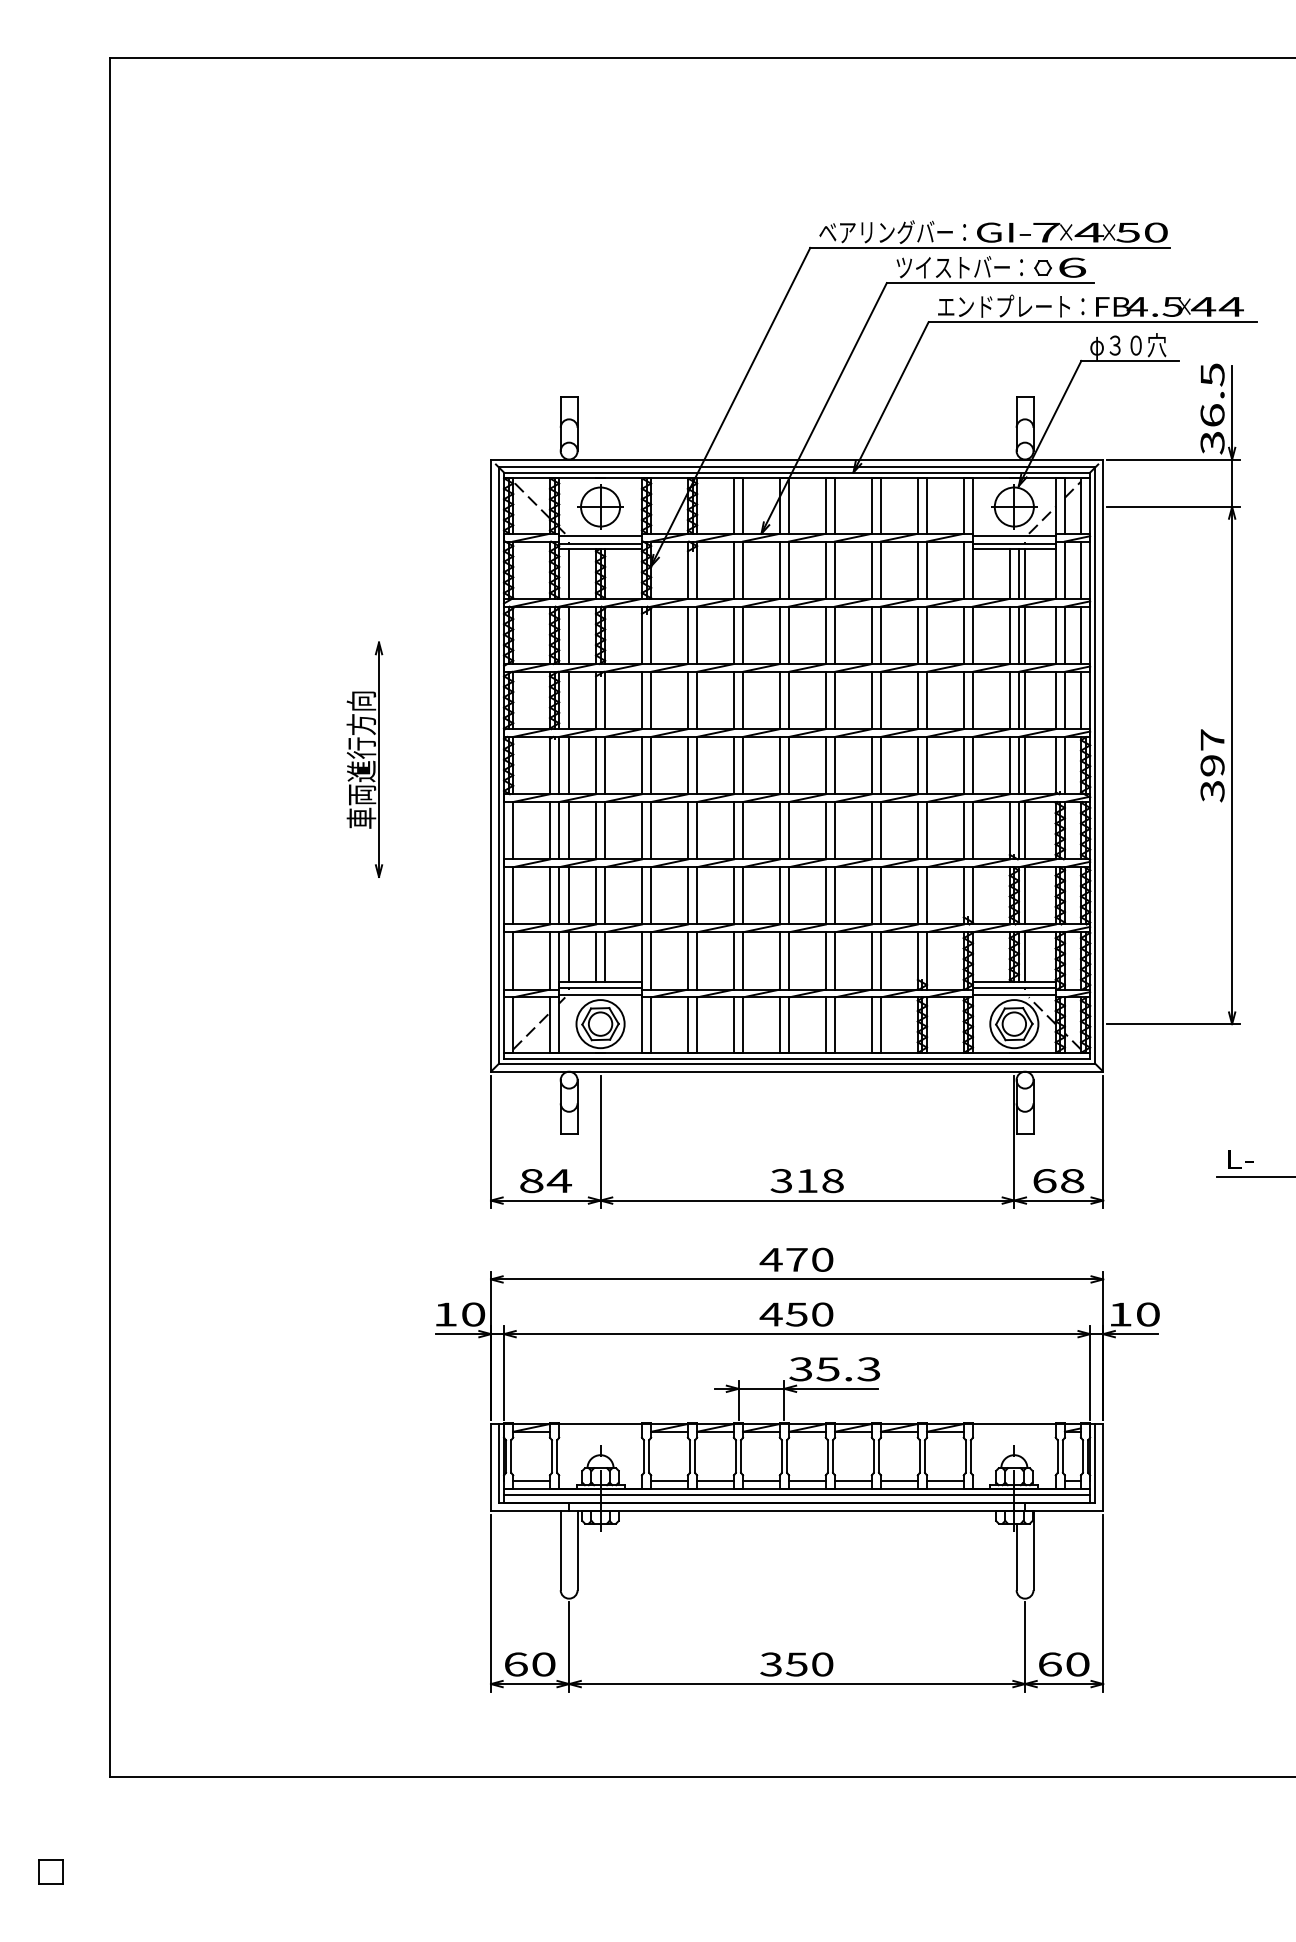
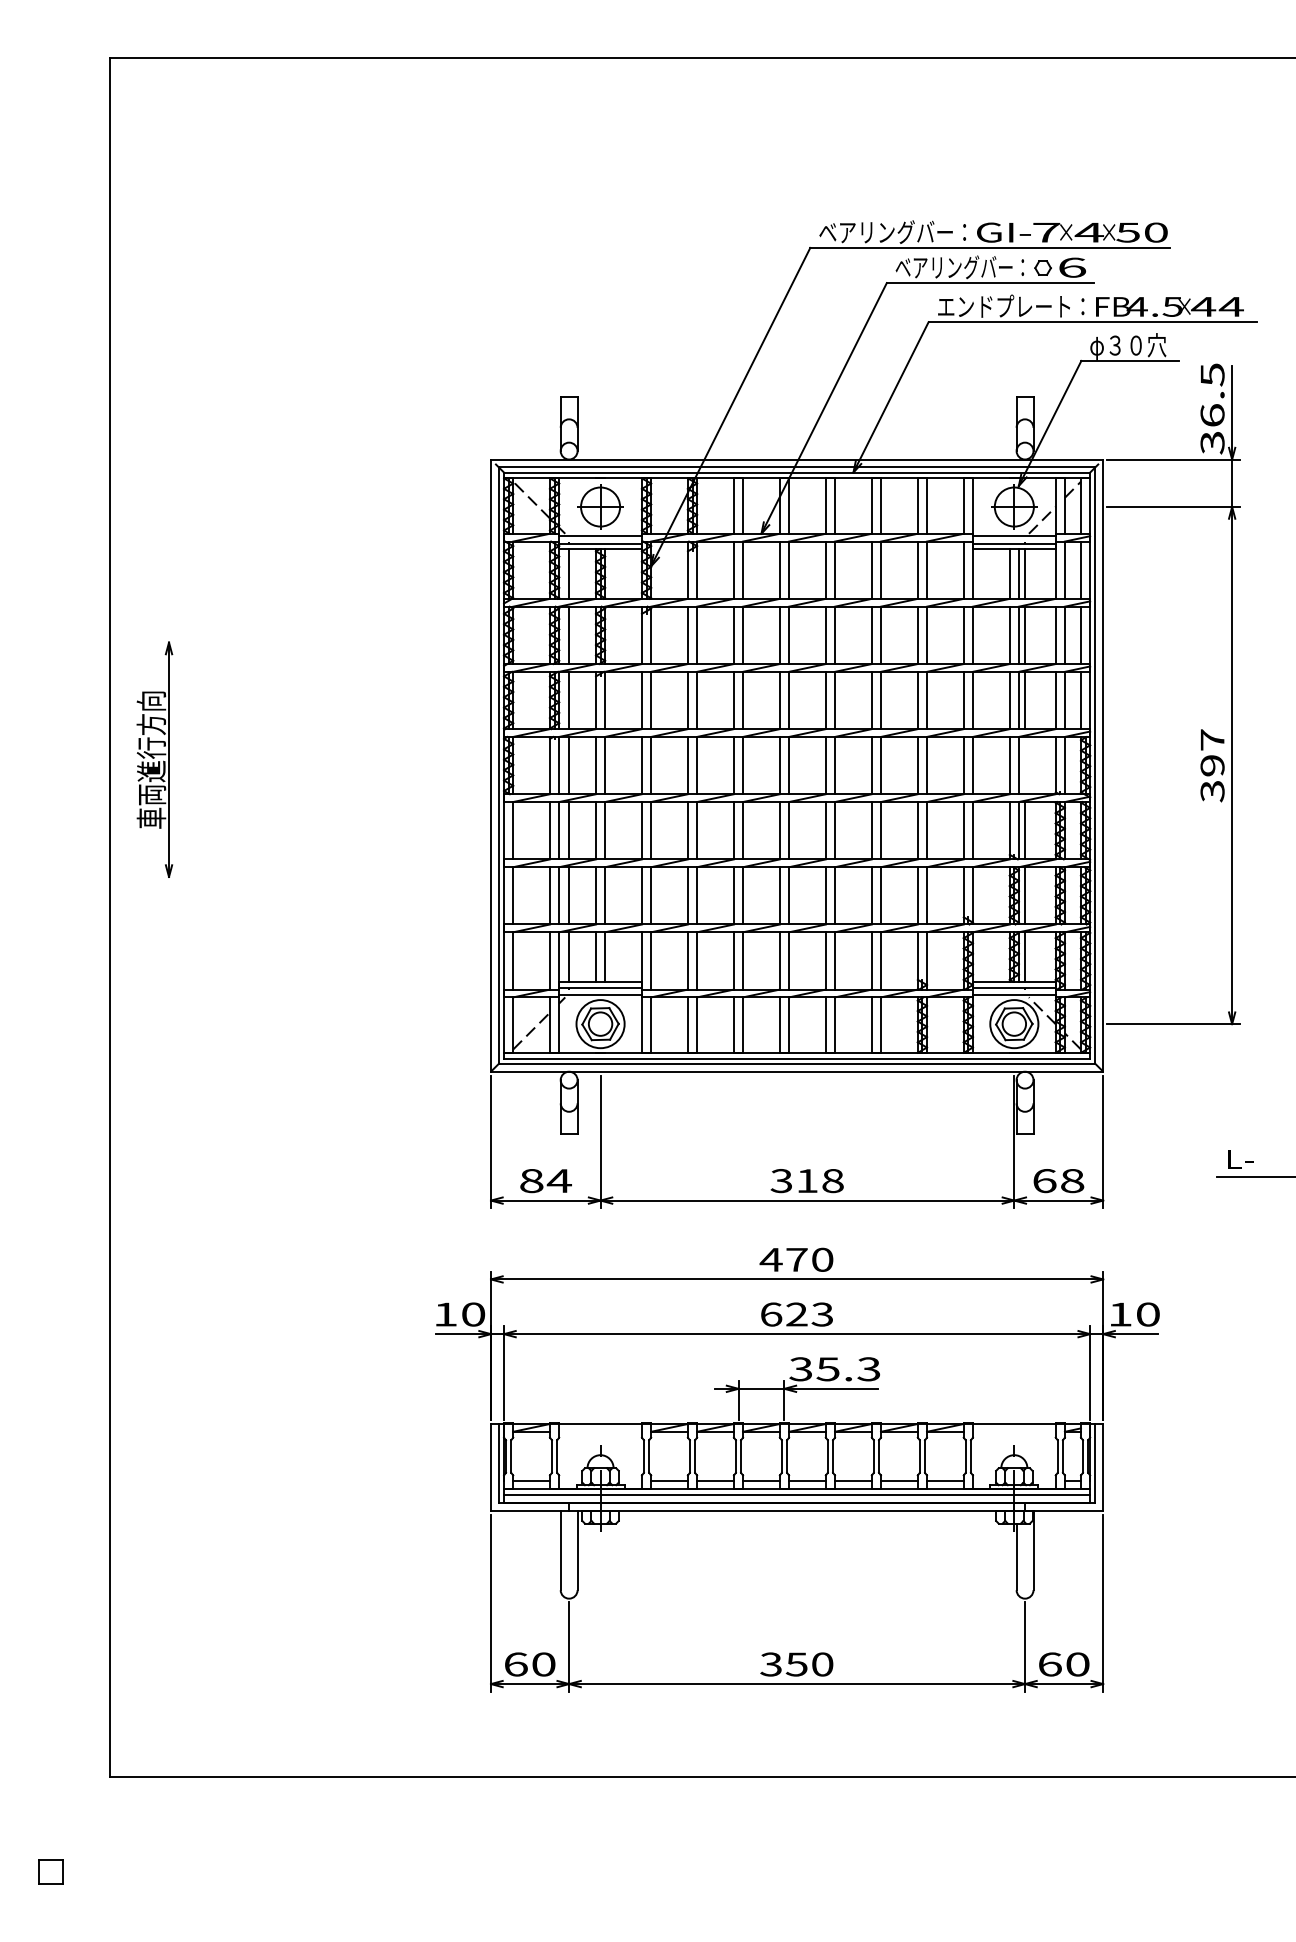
text at (959, 267): ツイストバー： -> ベアリングバー：
part at (364, 759) position: (364, 759) -> (154, 759)
line at (1025, 765): present -> none
text at (796, 1314): 450 -> 623
